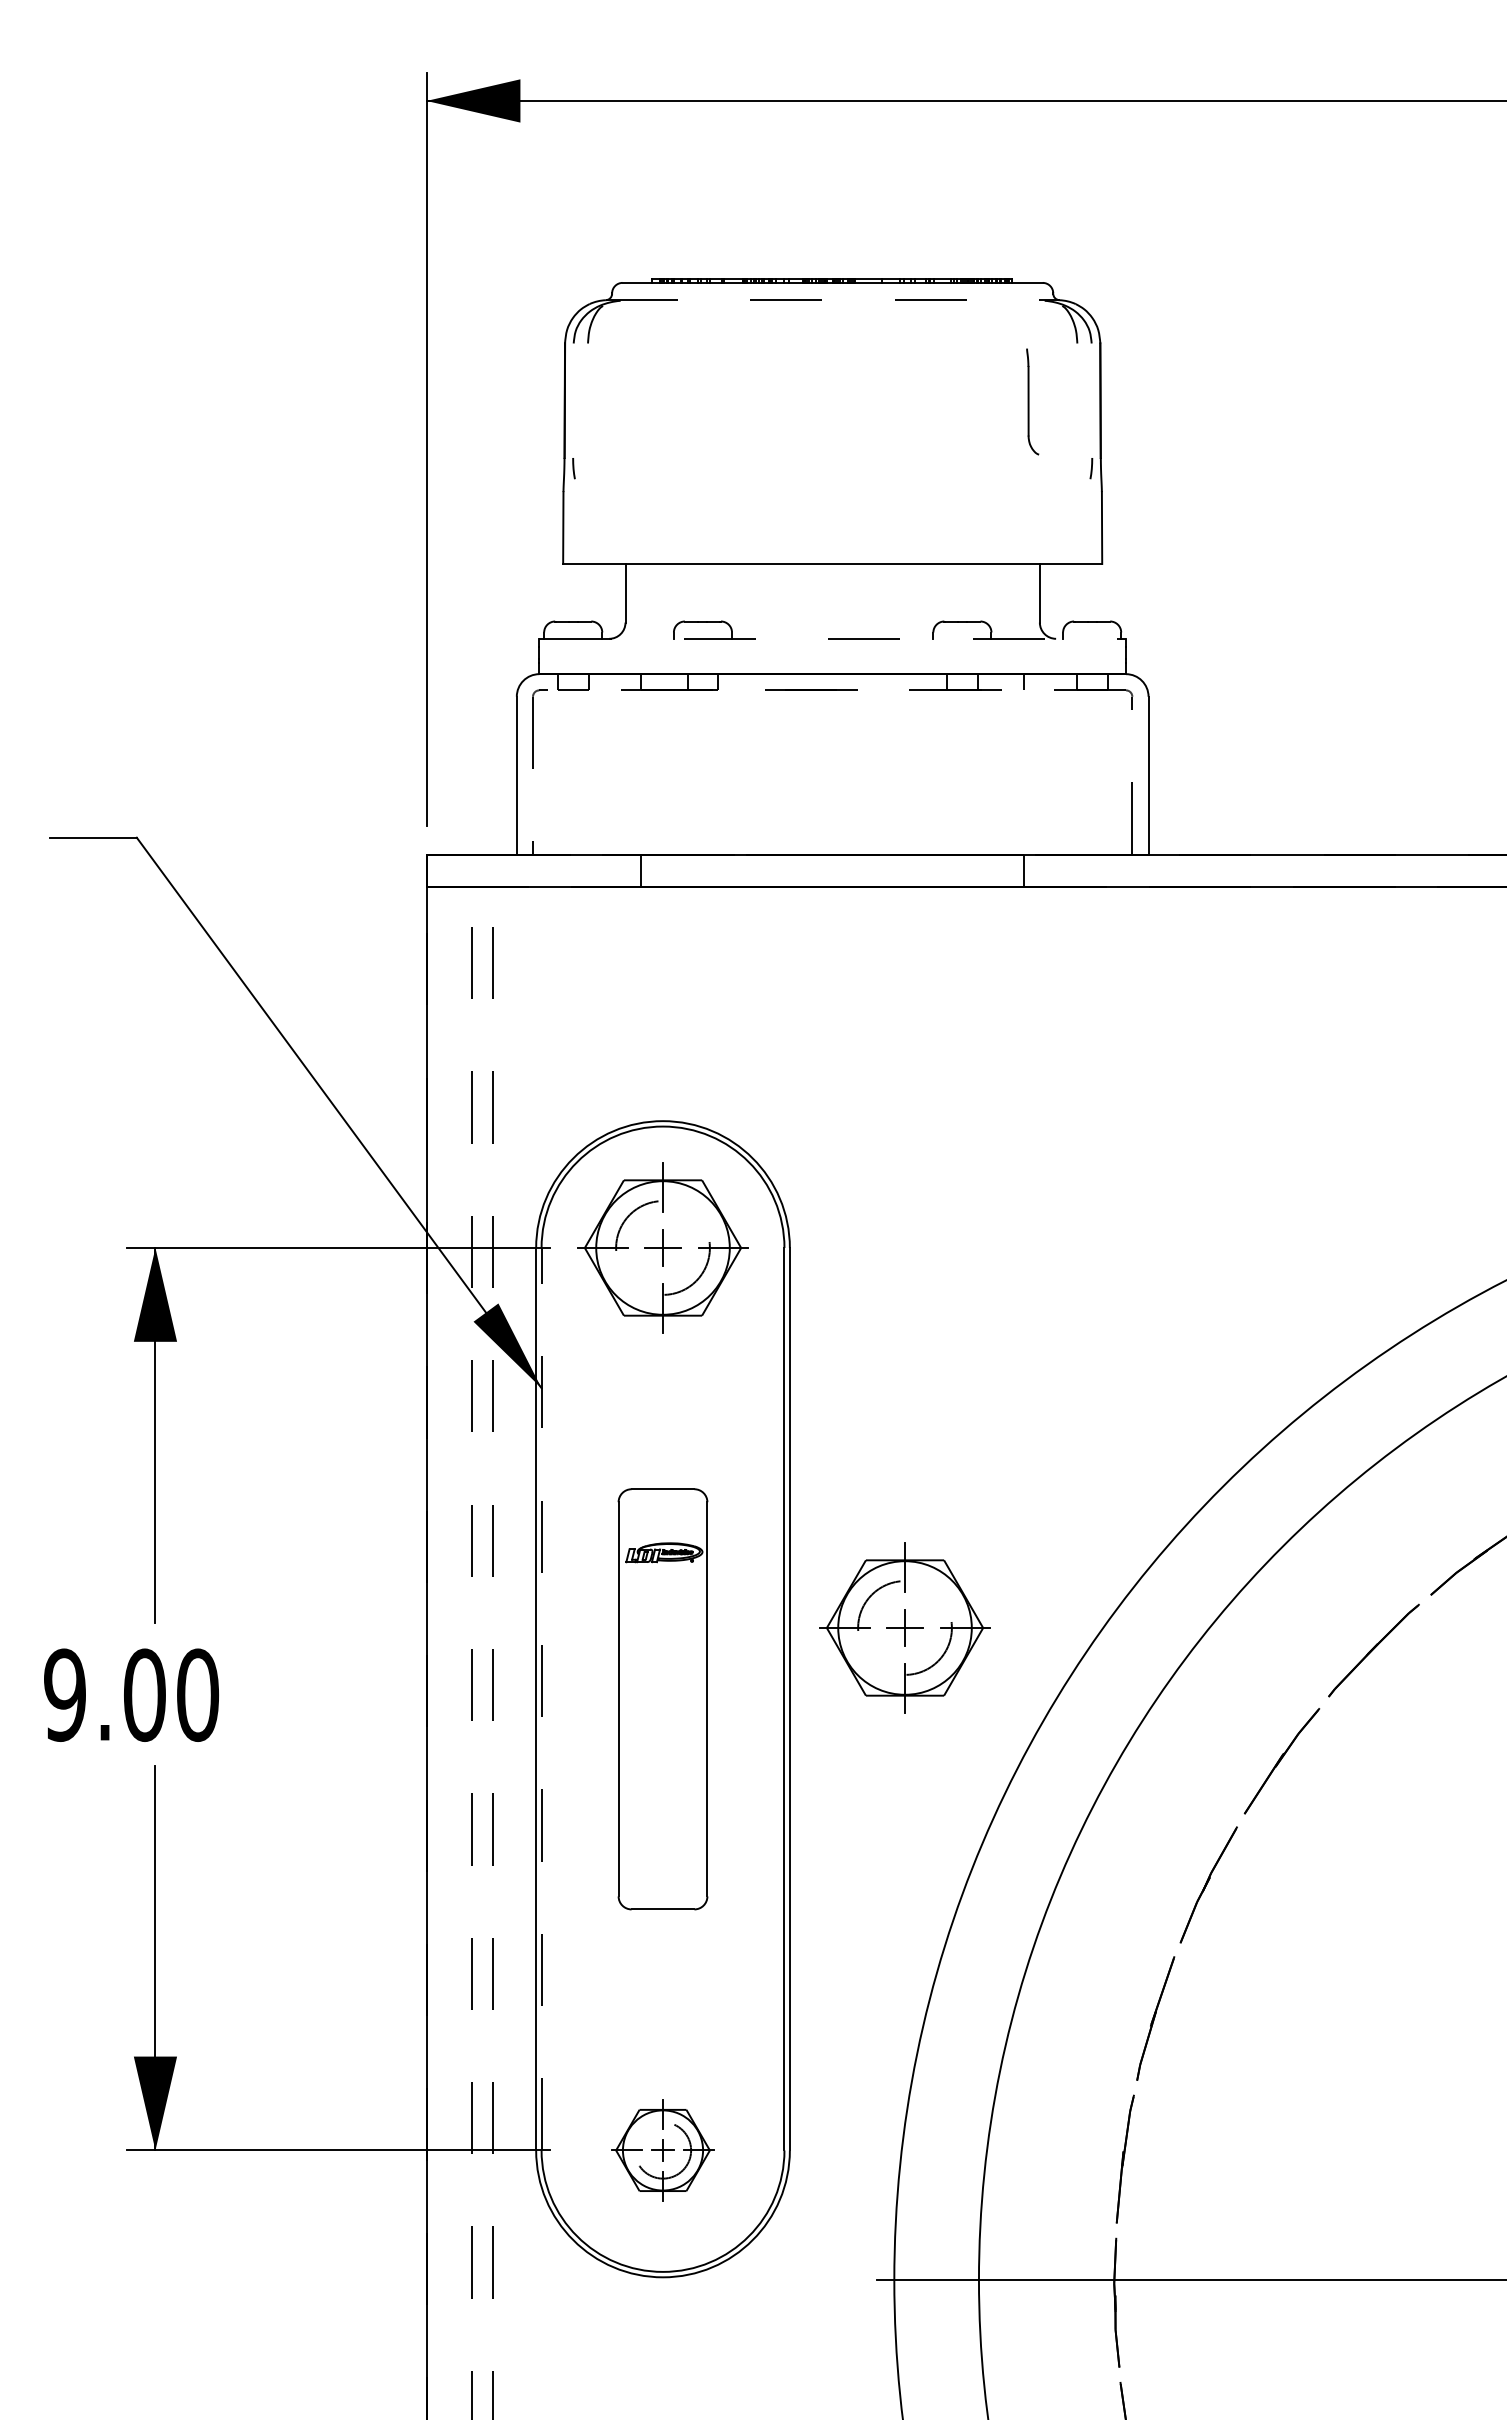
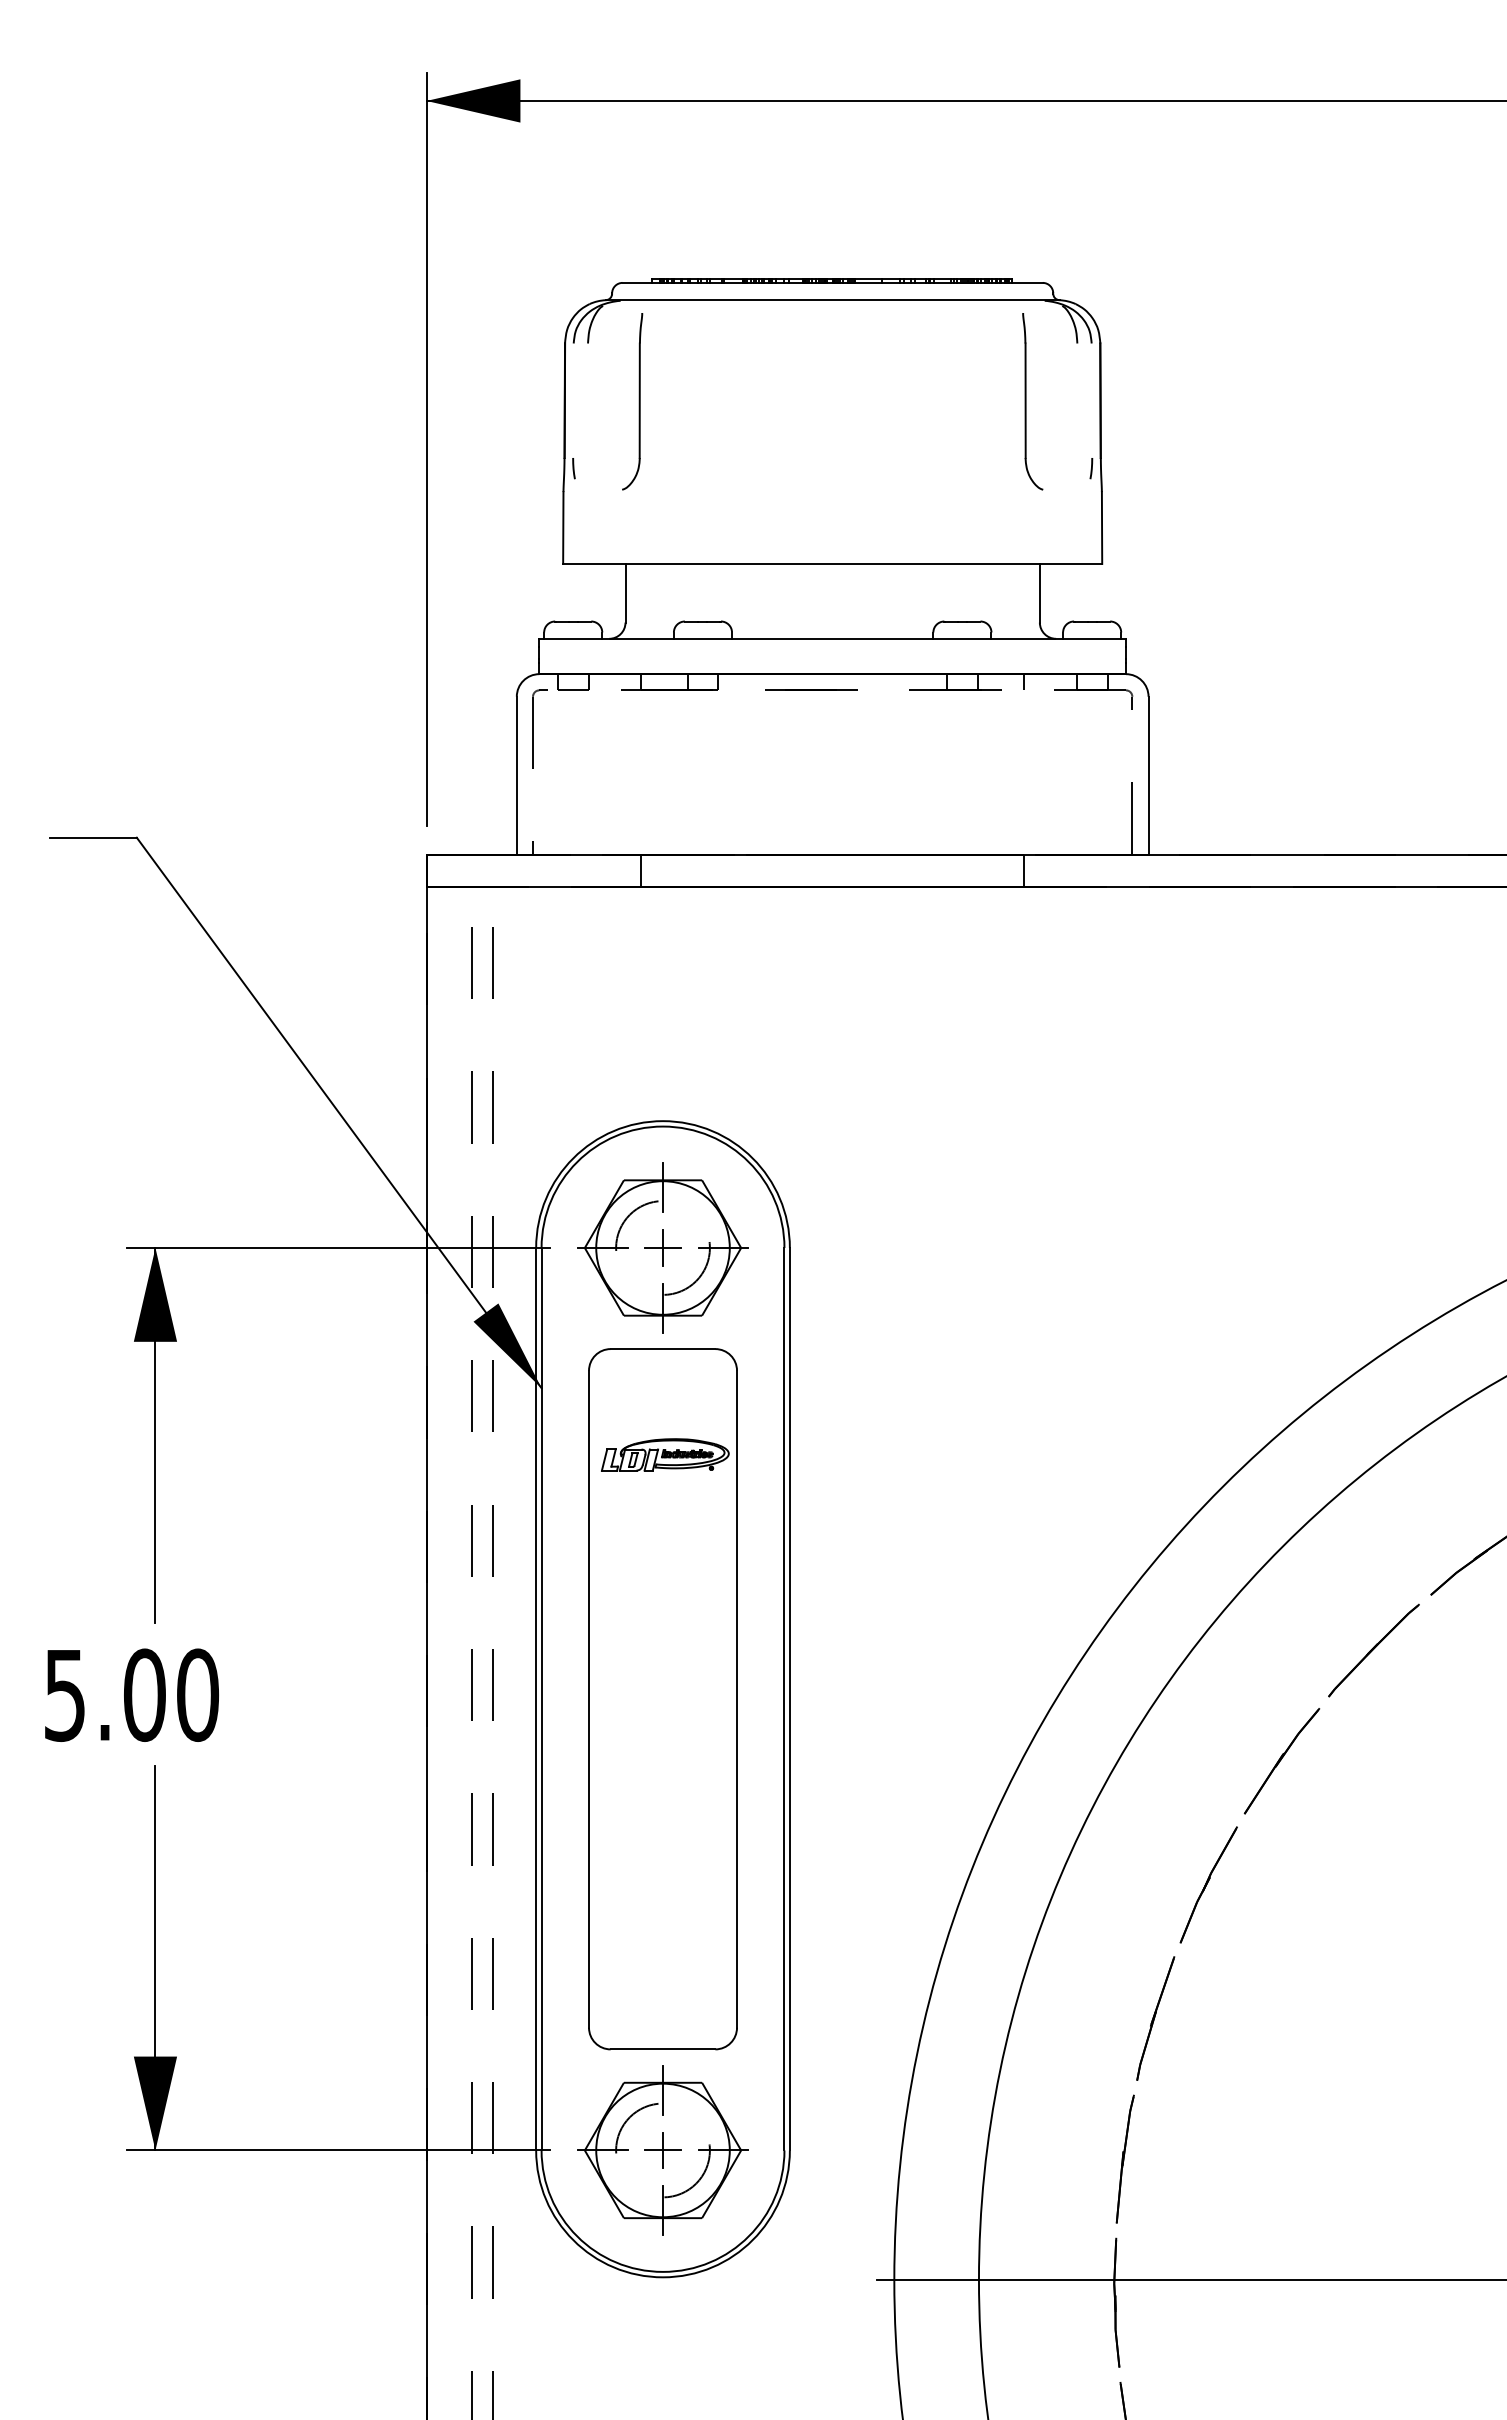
line at (832, 300): dashed -> solid
part at (632, 401): none -> present
part at (1032, 401) size: 14x108 px -> 22x178 px
line at (833, 638): dashed -> solid
part at (904, 1627): present -> none
text at (64, 1694): 9.00 -> 5.00
line at (541, 1698): dashed -> solid
part at (662, 1699) size: 92x423 px -> 150x703 px
part at (662, 2150) size: 104x103 px -> 172x171 px
